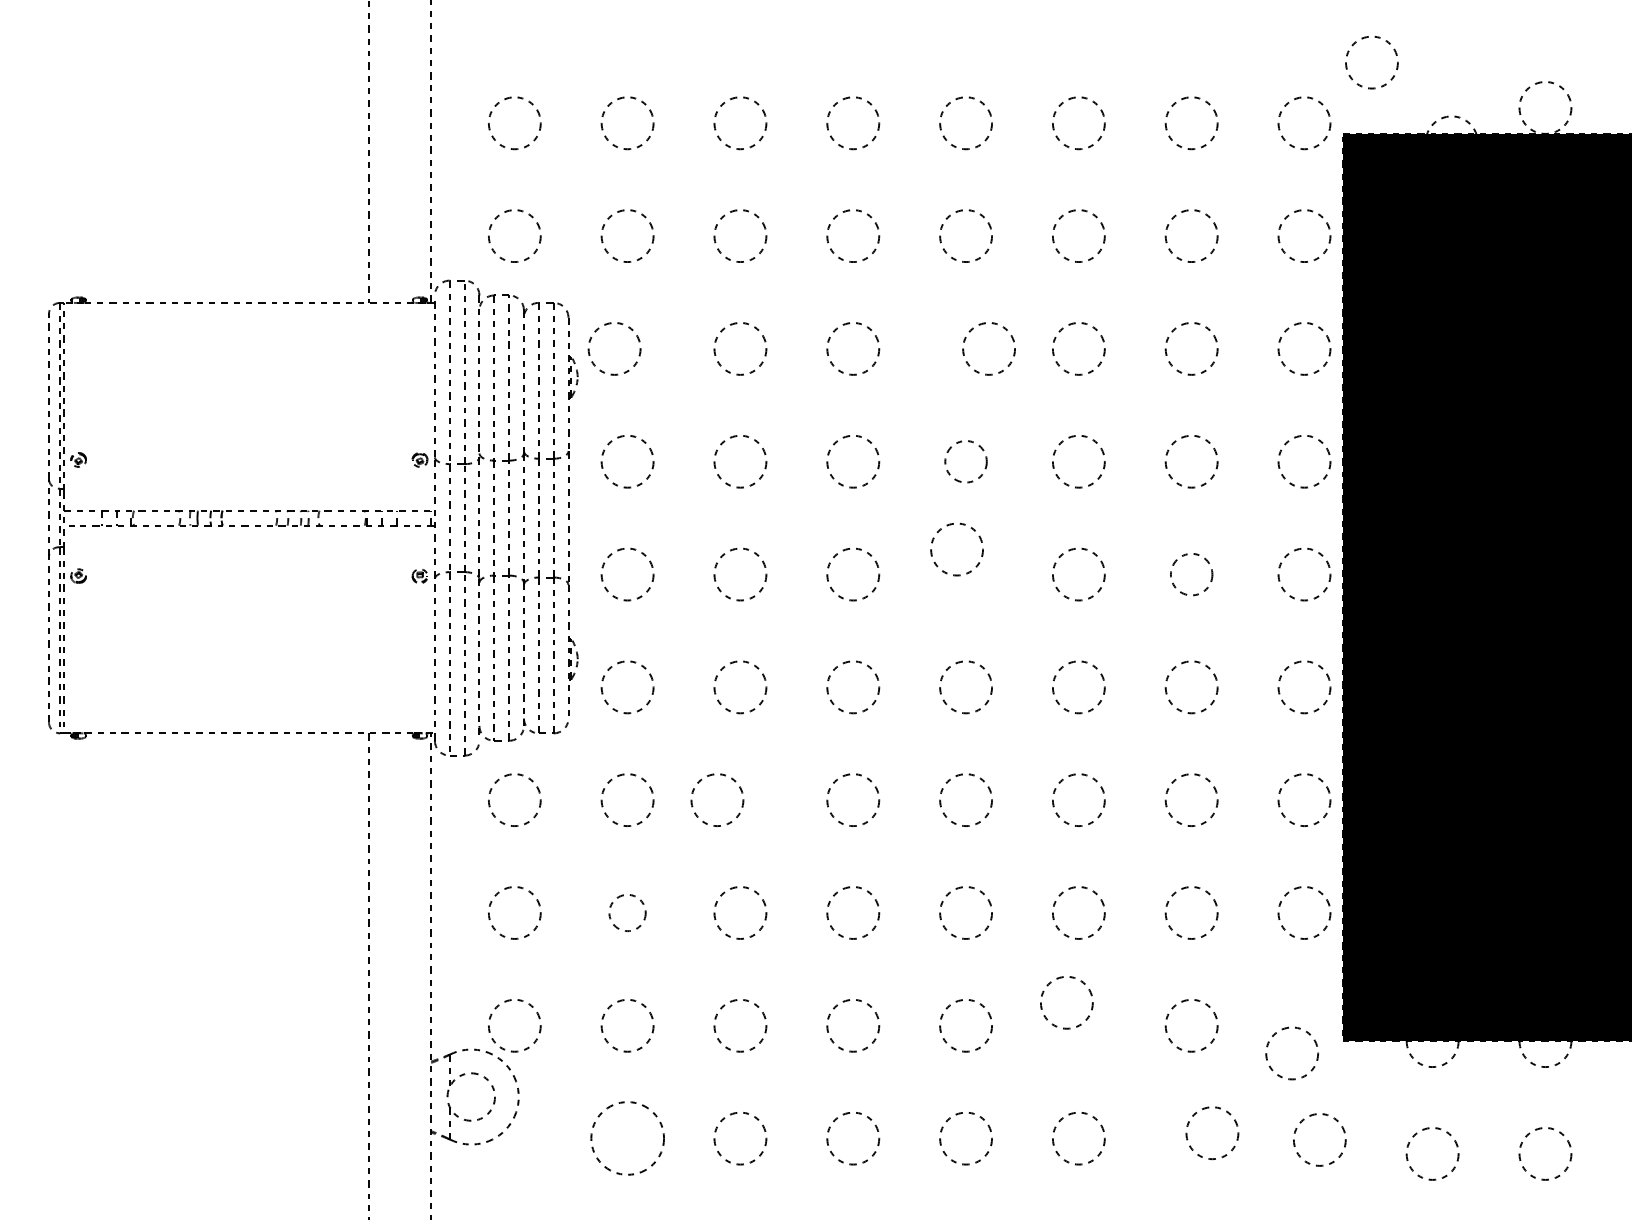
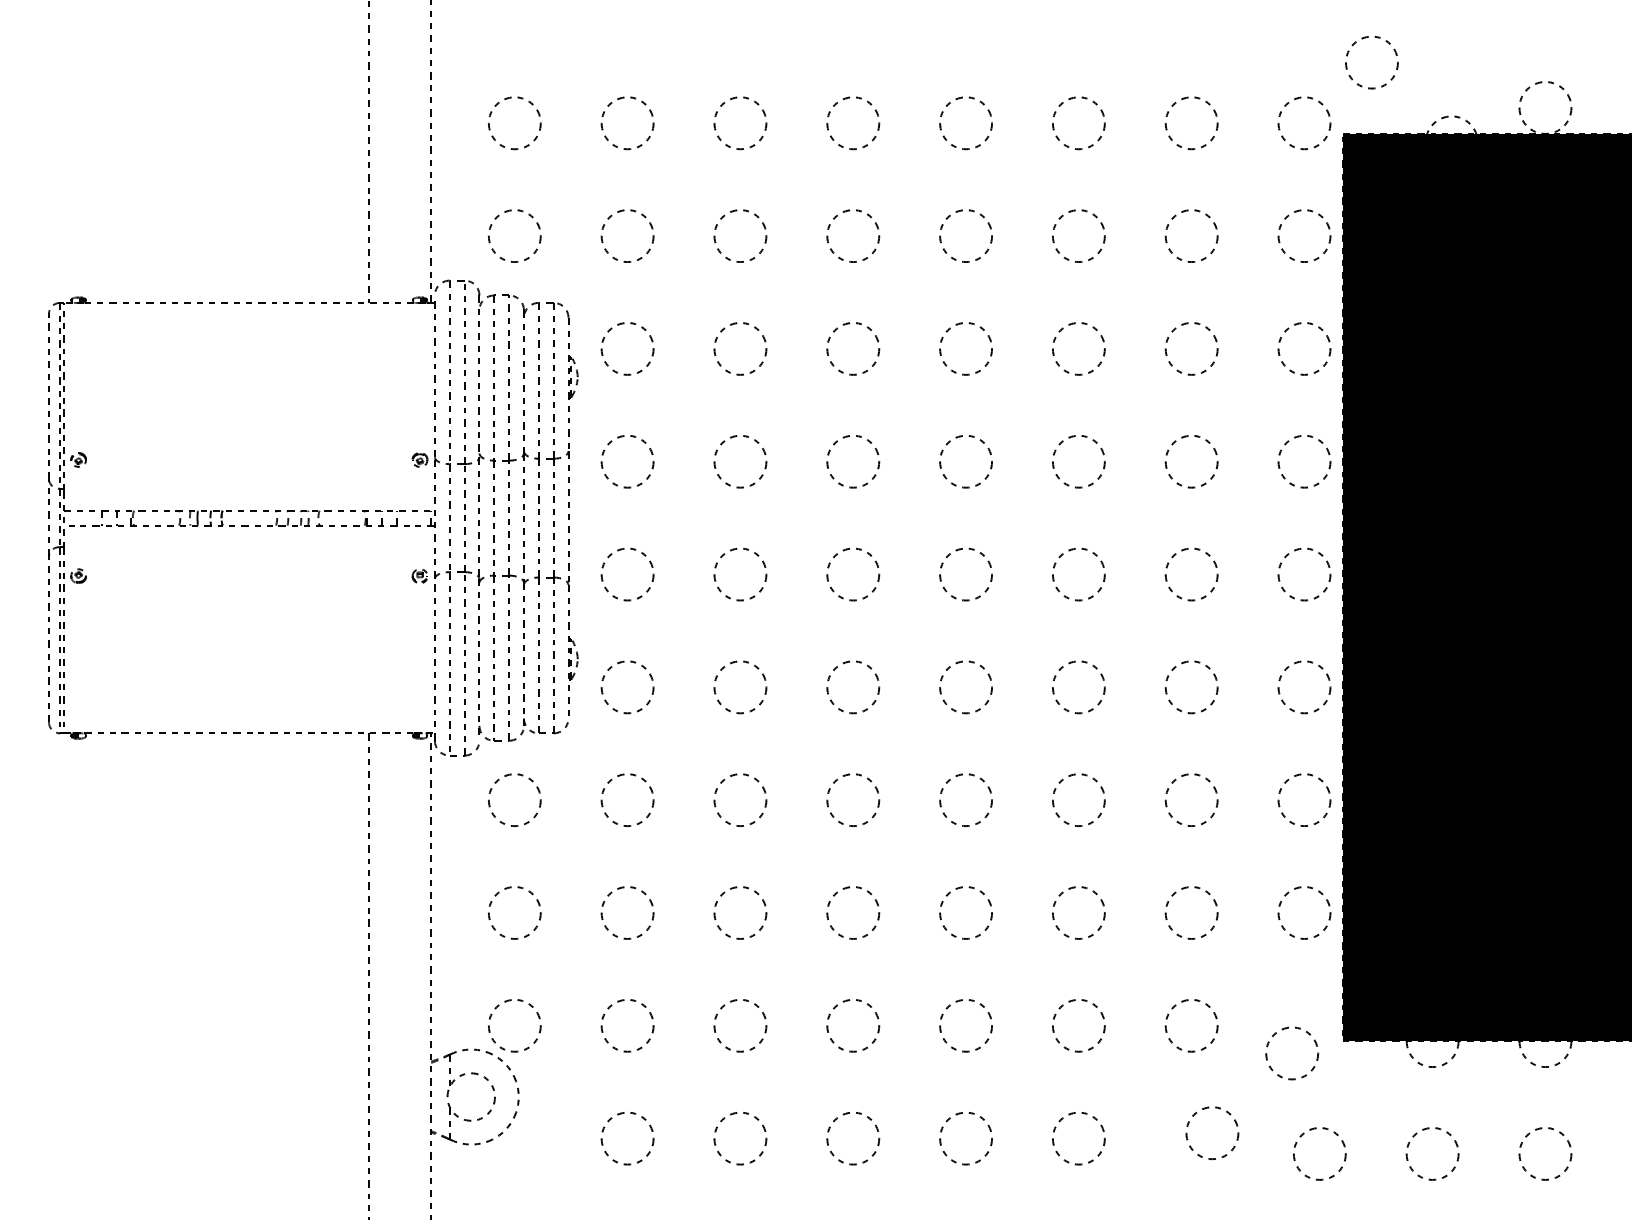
circle at (614, 348) position: (614, 348) -> (627, 348)
circle at (988, 348) position: (988, 348) -> (965, 348)
circle at (965, 461) size: 44x44 px -> 54x54 px
circle at (956, 549) position: (956, 549) -> (965, 574)
circle at (1191, 574) size: 44x44 px -> 55x54 px
circle at (717, 799) position: (717, 799) -> (740, 799)
circle at (627, 912) size: 39x38 px -> 55x54 px
circle at (1066, 1002) position: (1066, 1002) -> (1078, 1025)
circle at (627, 1138) size: 75x75 px -> 55x54 px
circle at (1319, 1139) position: (1319, 1139) -> (1319, 1153)
